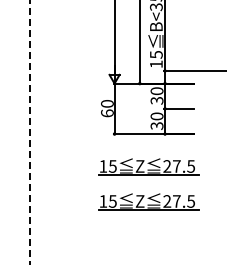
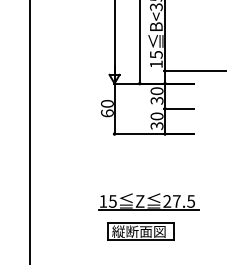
line at (30, 133): dashed -> solid
part at (148, 166): present -> none
part at (140, 231): none -> present
